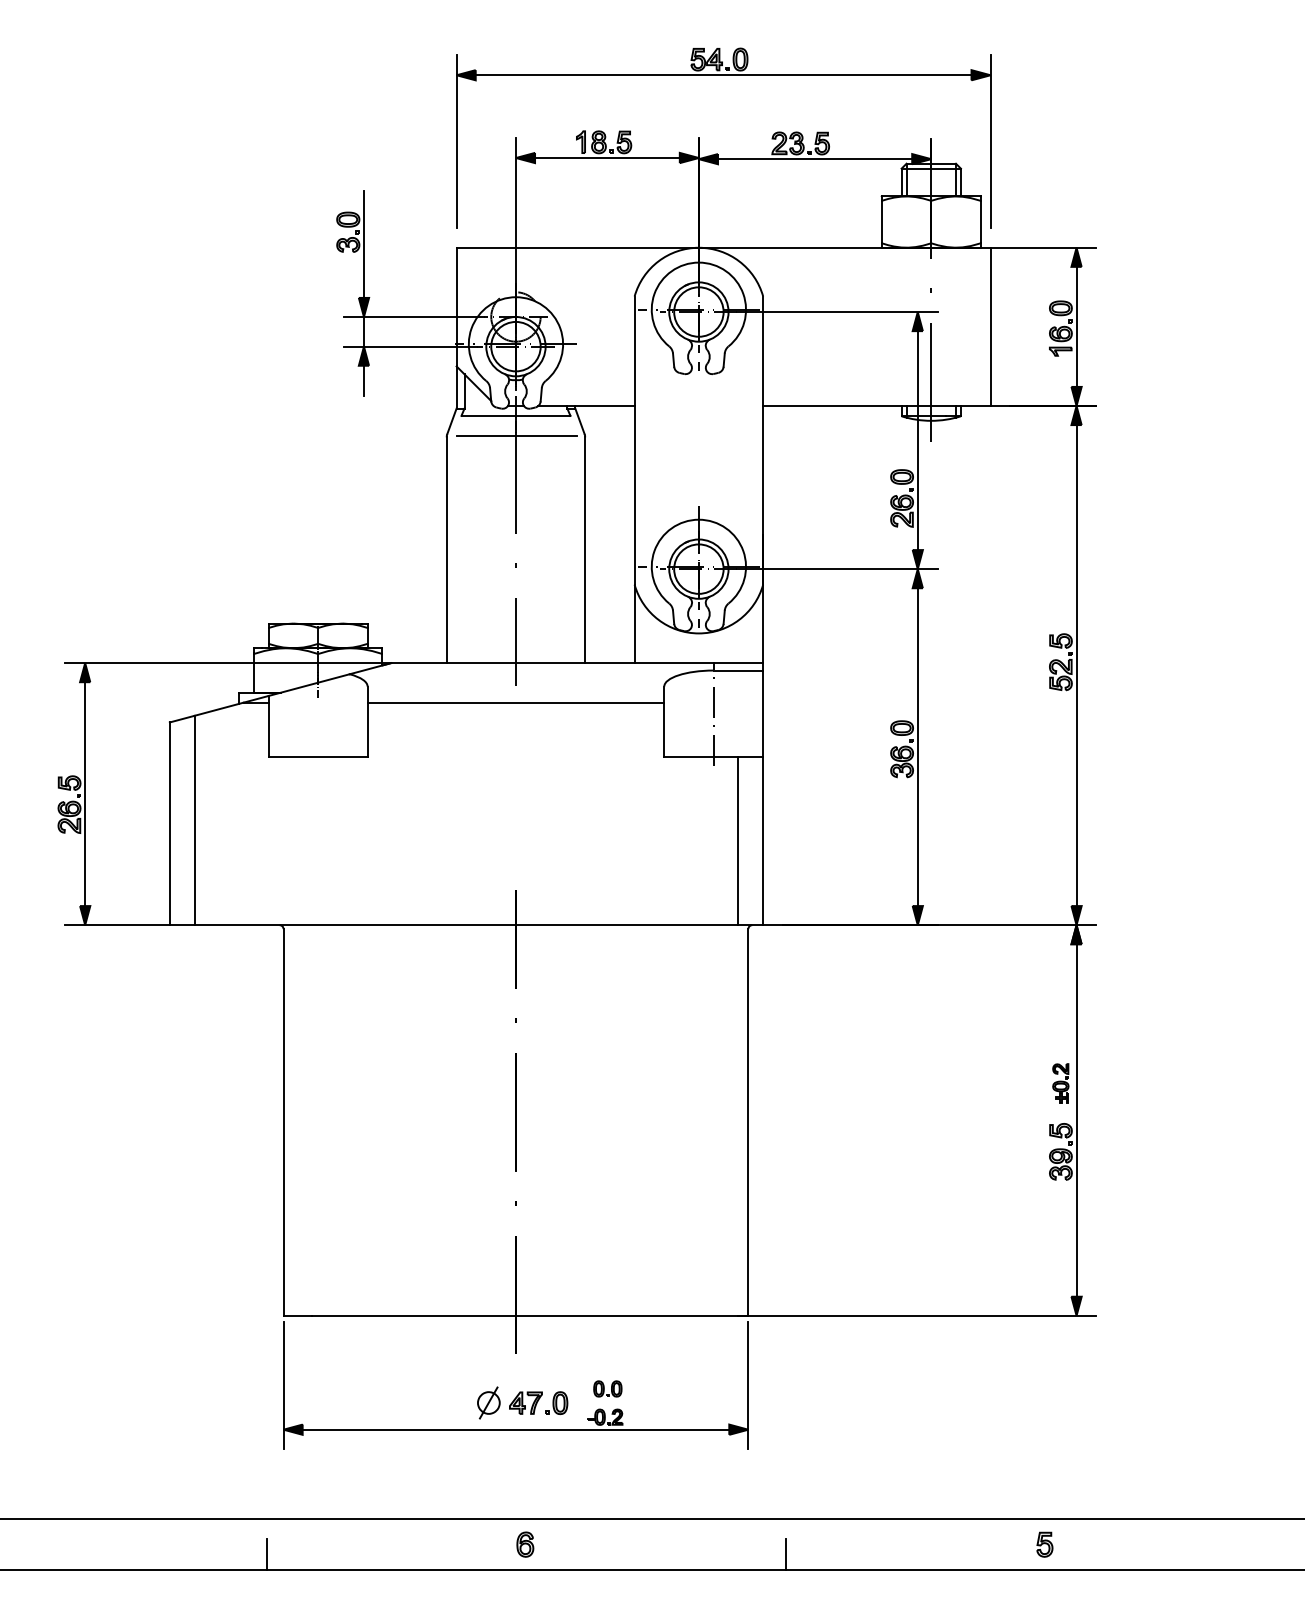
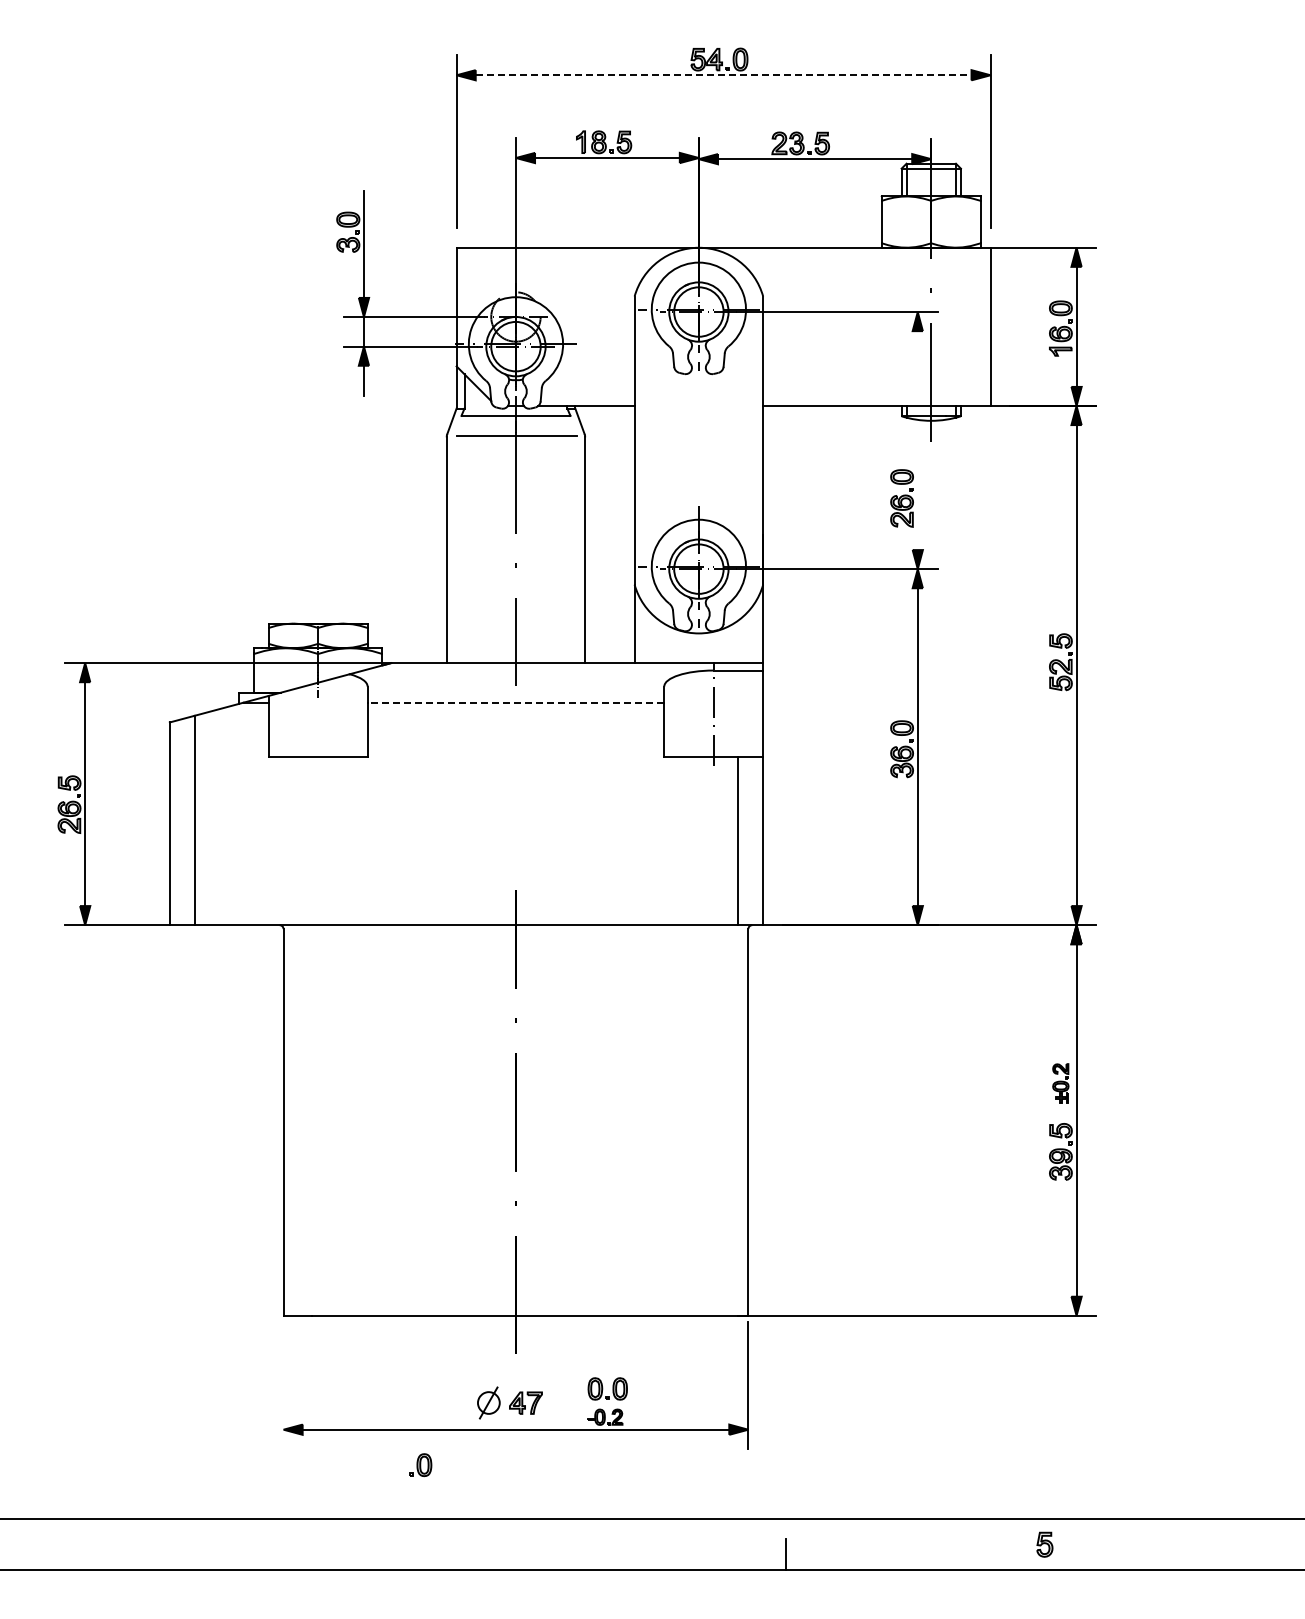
line at (723, 75): solid -> dashed
line at (917, 440): present -> none
line at (515, 702): solid -> dashed
line at (283, 1385): present -> none
part at (607, 1388) size: 30x18 px -> 41x24 px
part at (556, 1403) position: (556, 1403) -> (420, 1465)
part at (525, 1544): present -> none
line at (266, 1554): present -> none
